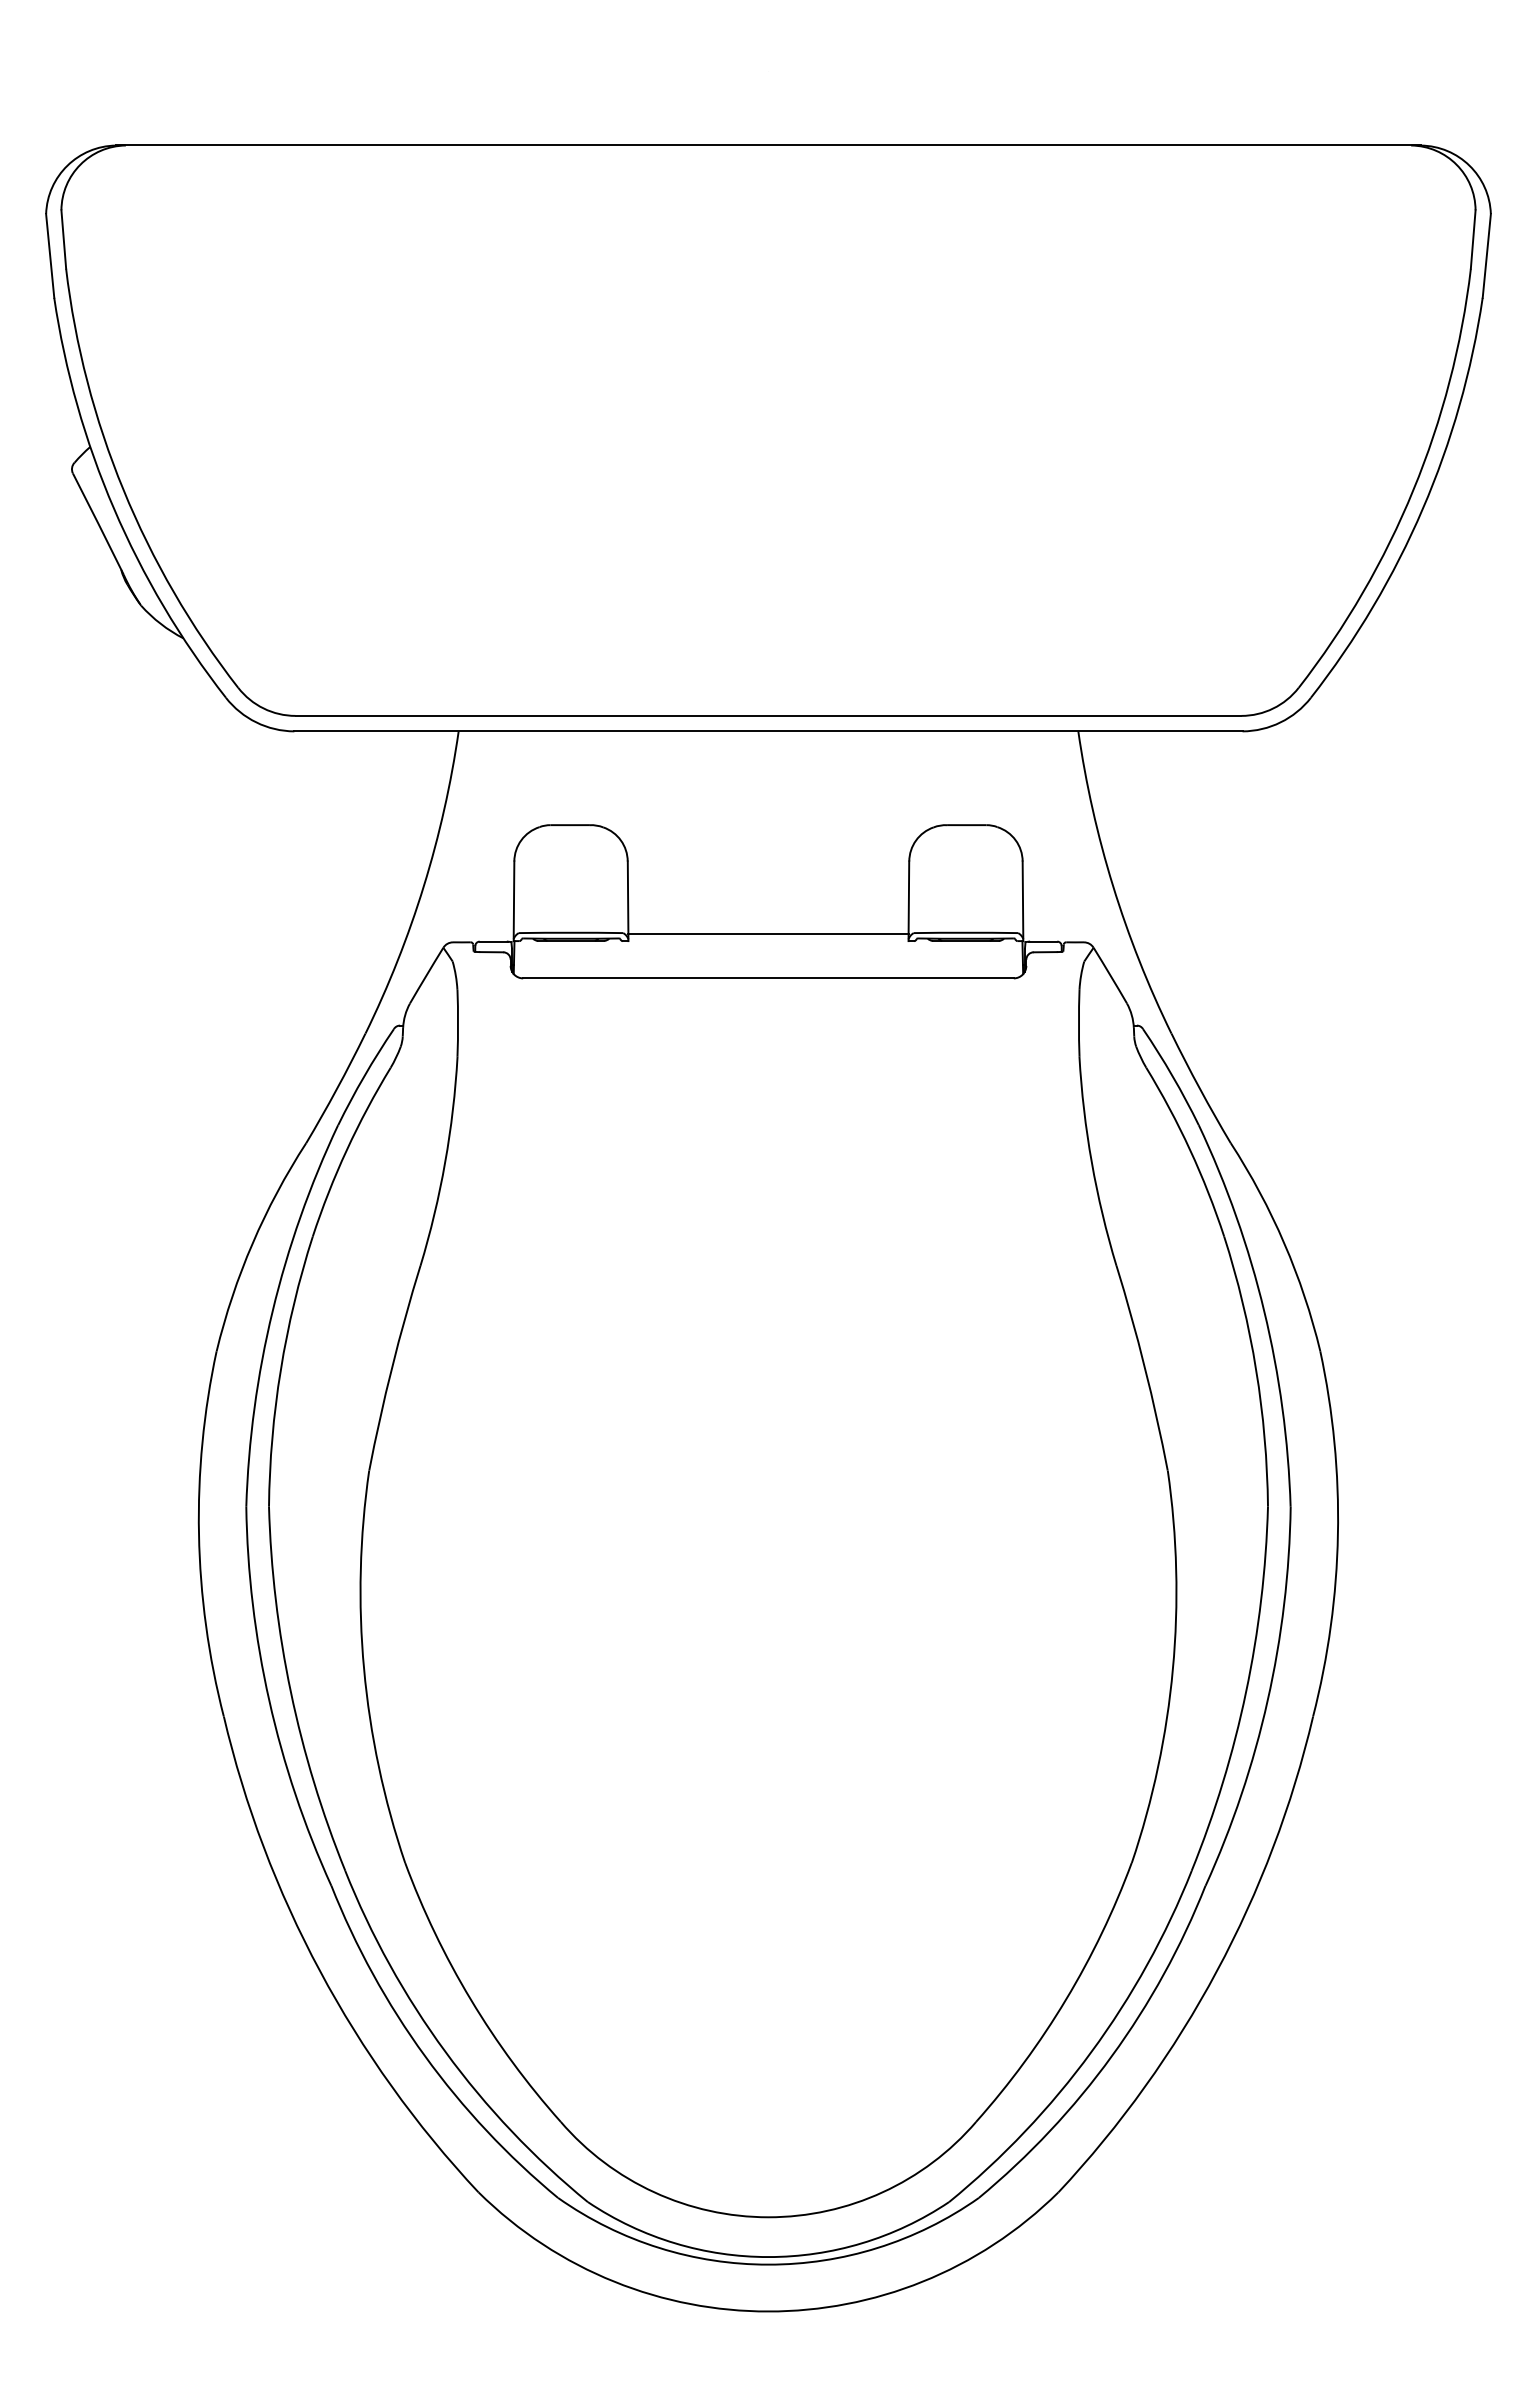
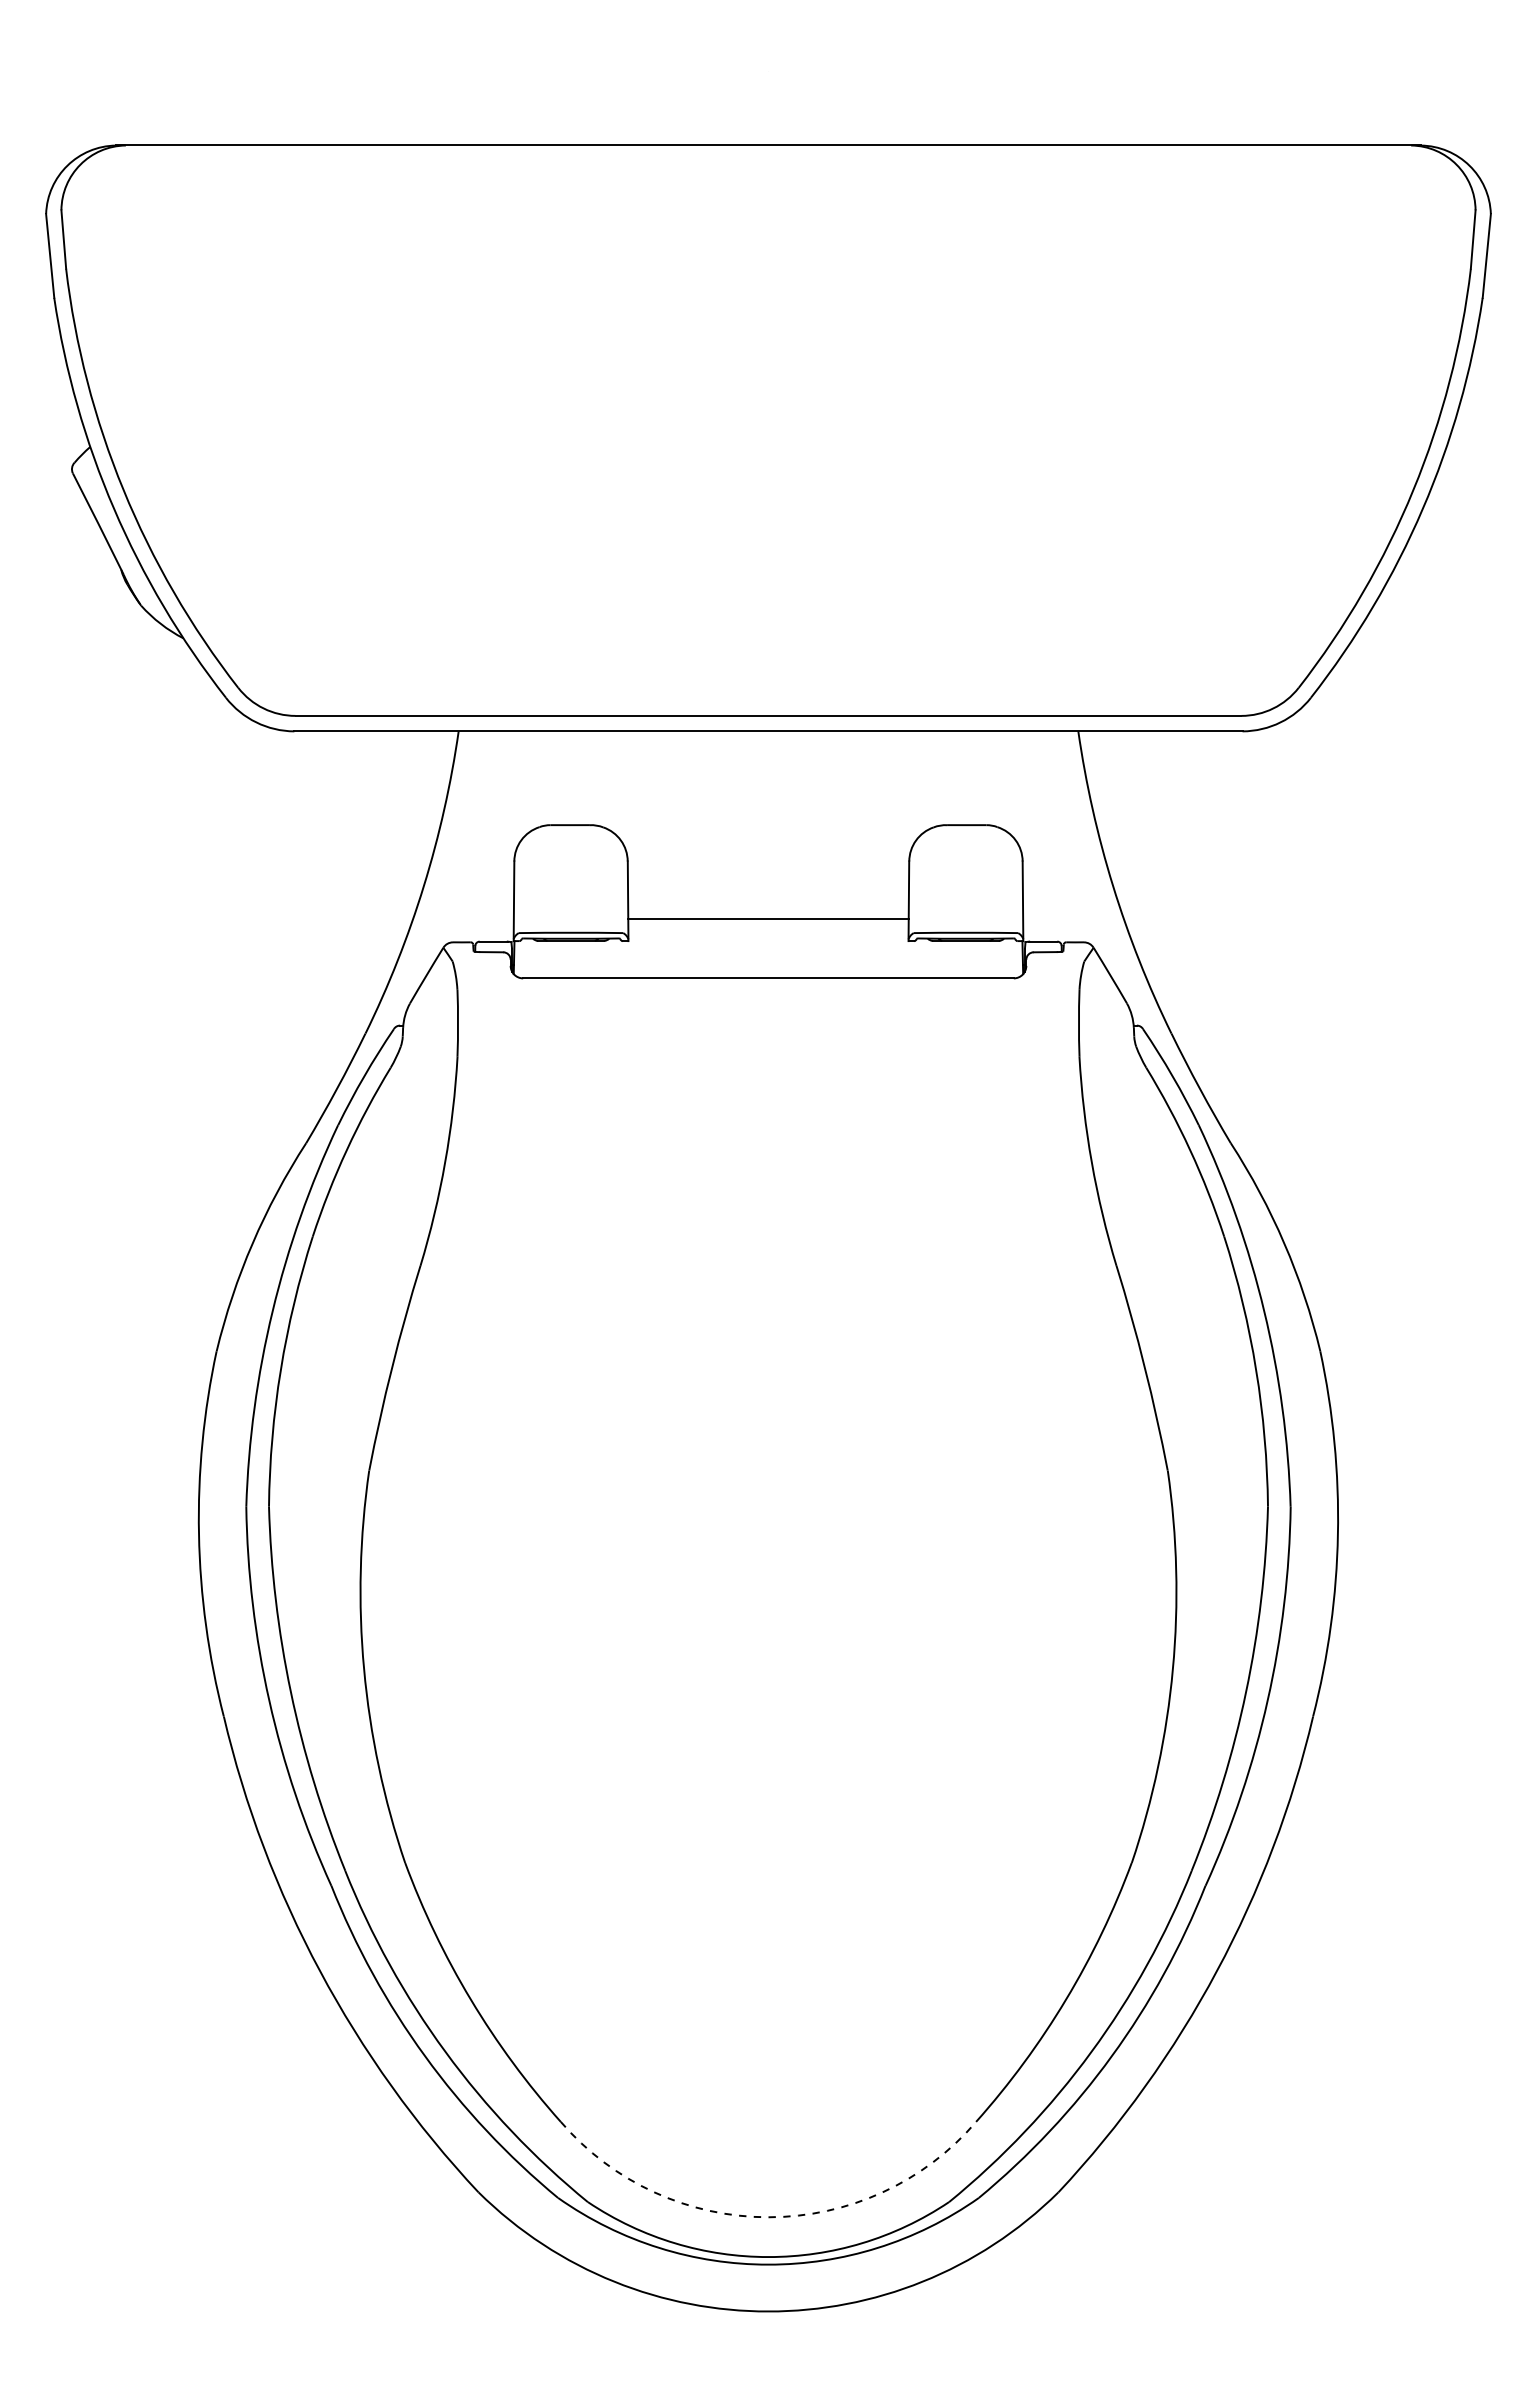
line at (768, 934) position: (768, 934) -> (768, 919)
arc at (768, 2217): solid -> dashed
